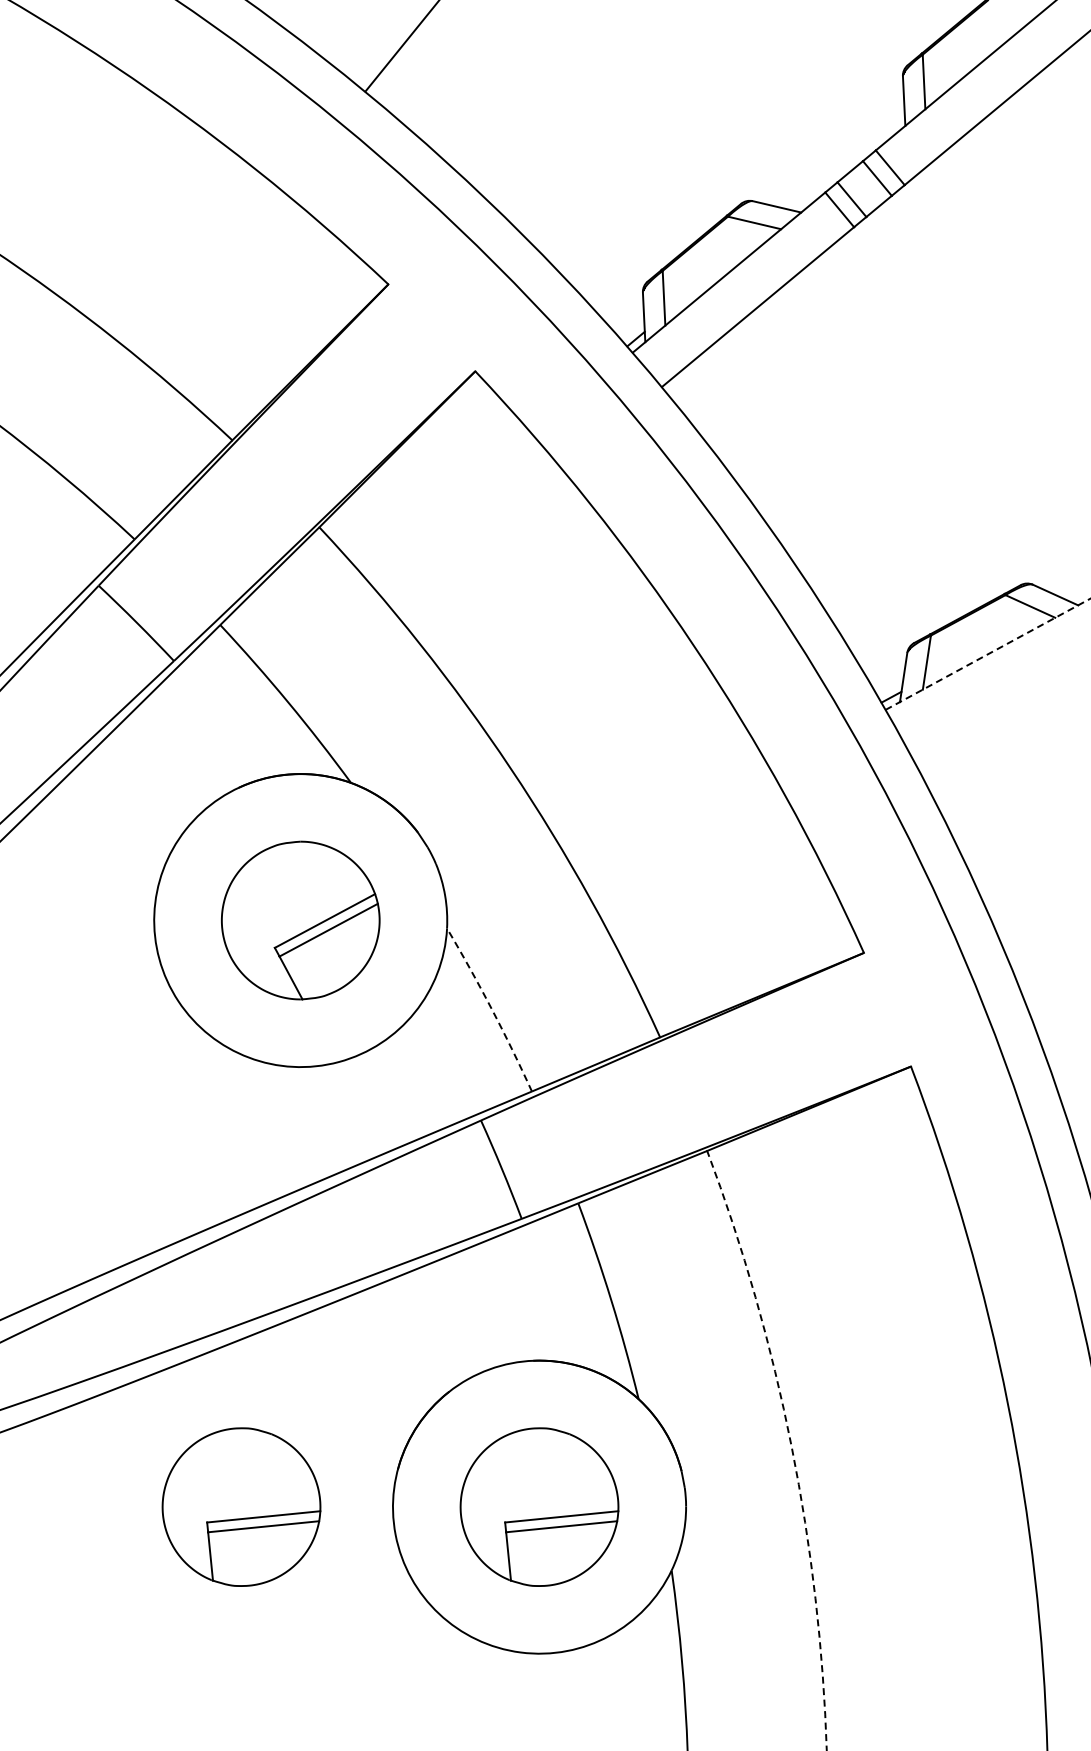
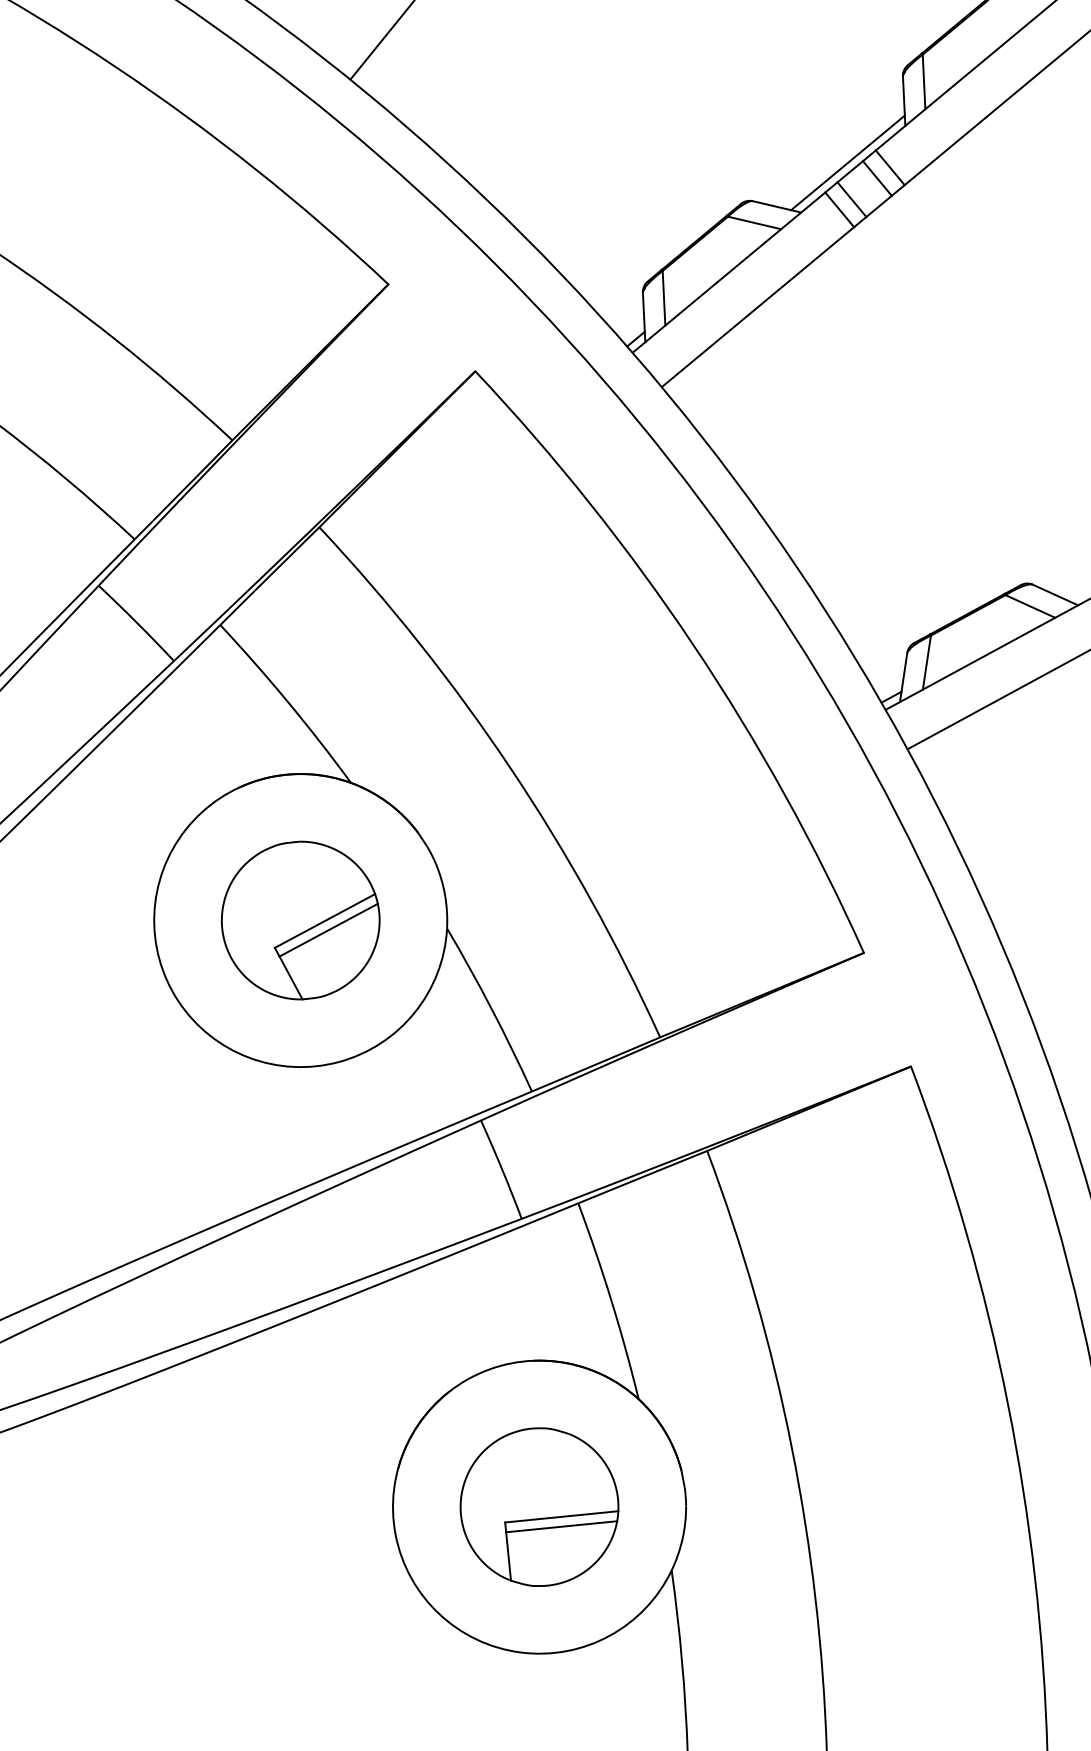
line at (401, 46) position: (401, 46) -> (381, 40)
line at (847, 162): none -> present
line at (988, 654): dashed -> solid
line at (997, 700): none -> present
arc at (491, 1008): dashed -> solid
arc at (791, 1445): dashed -> solid
part at (241, 1506): present -> none
